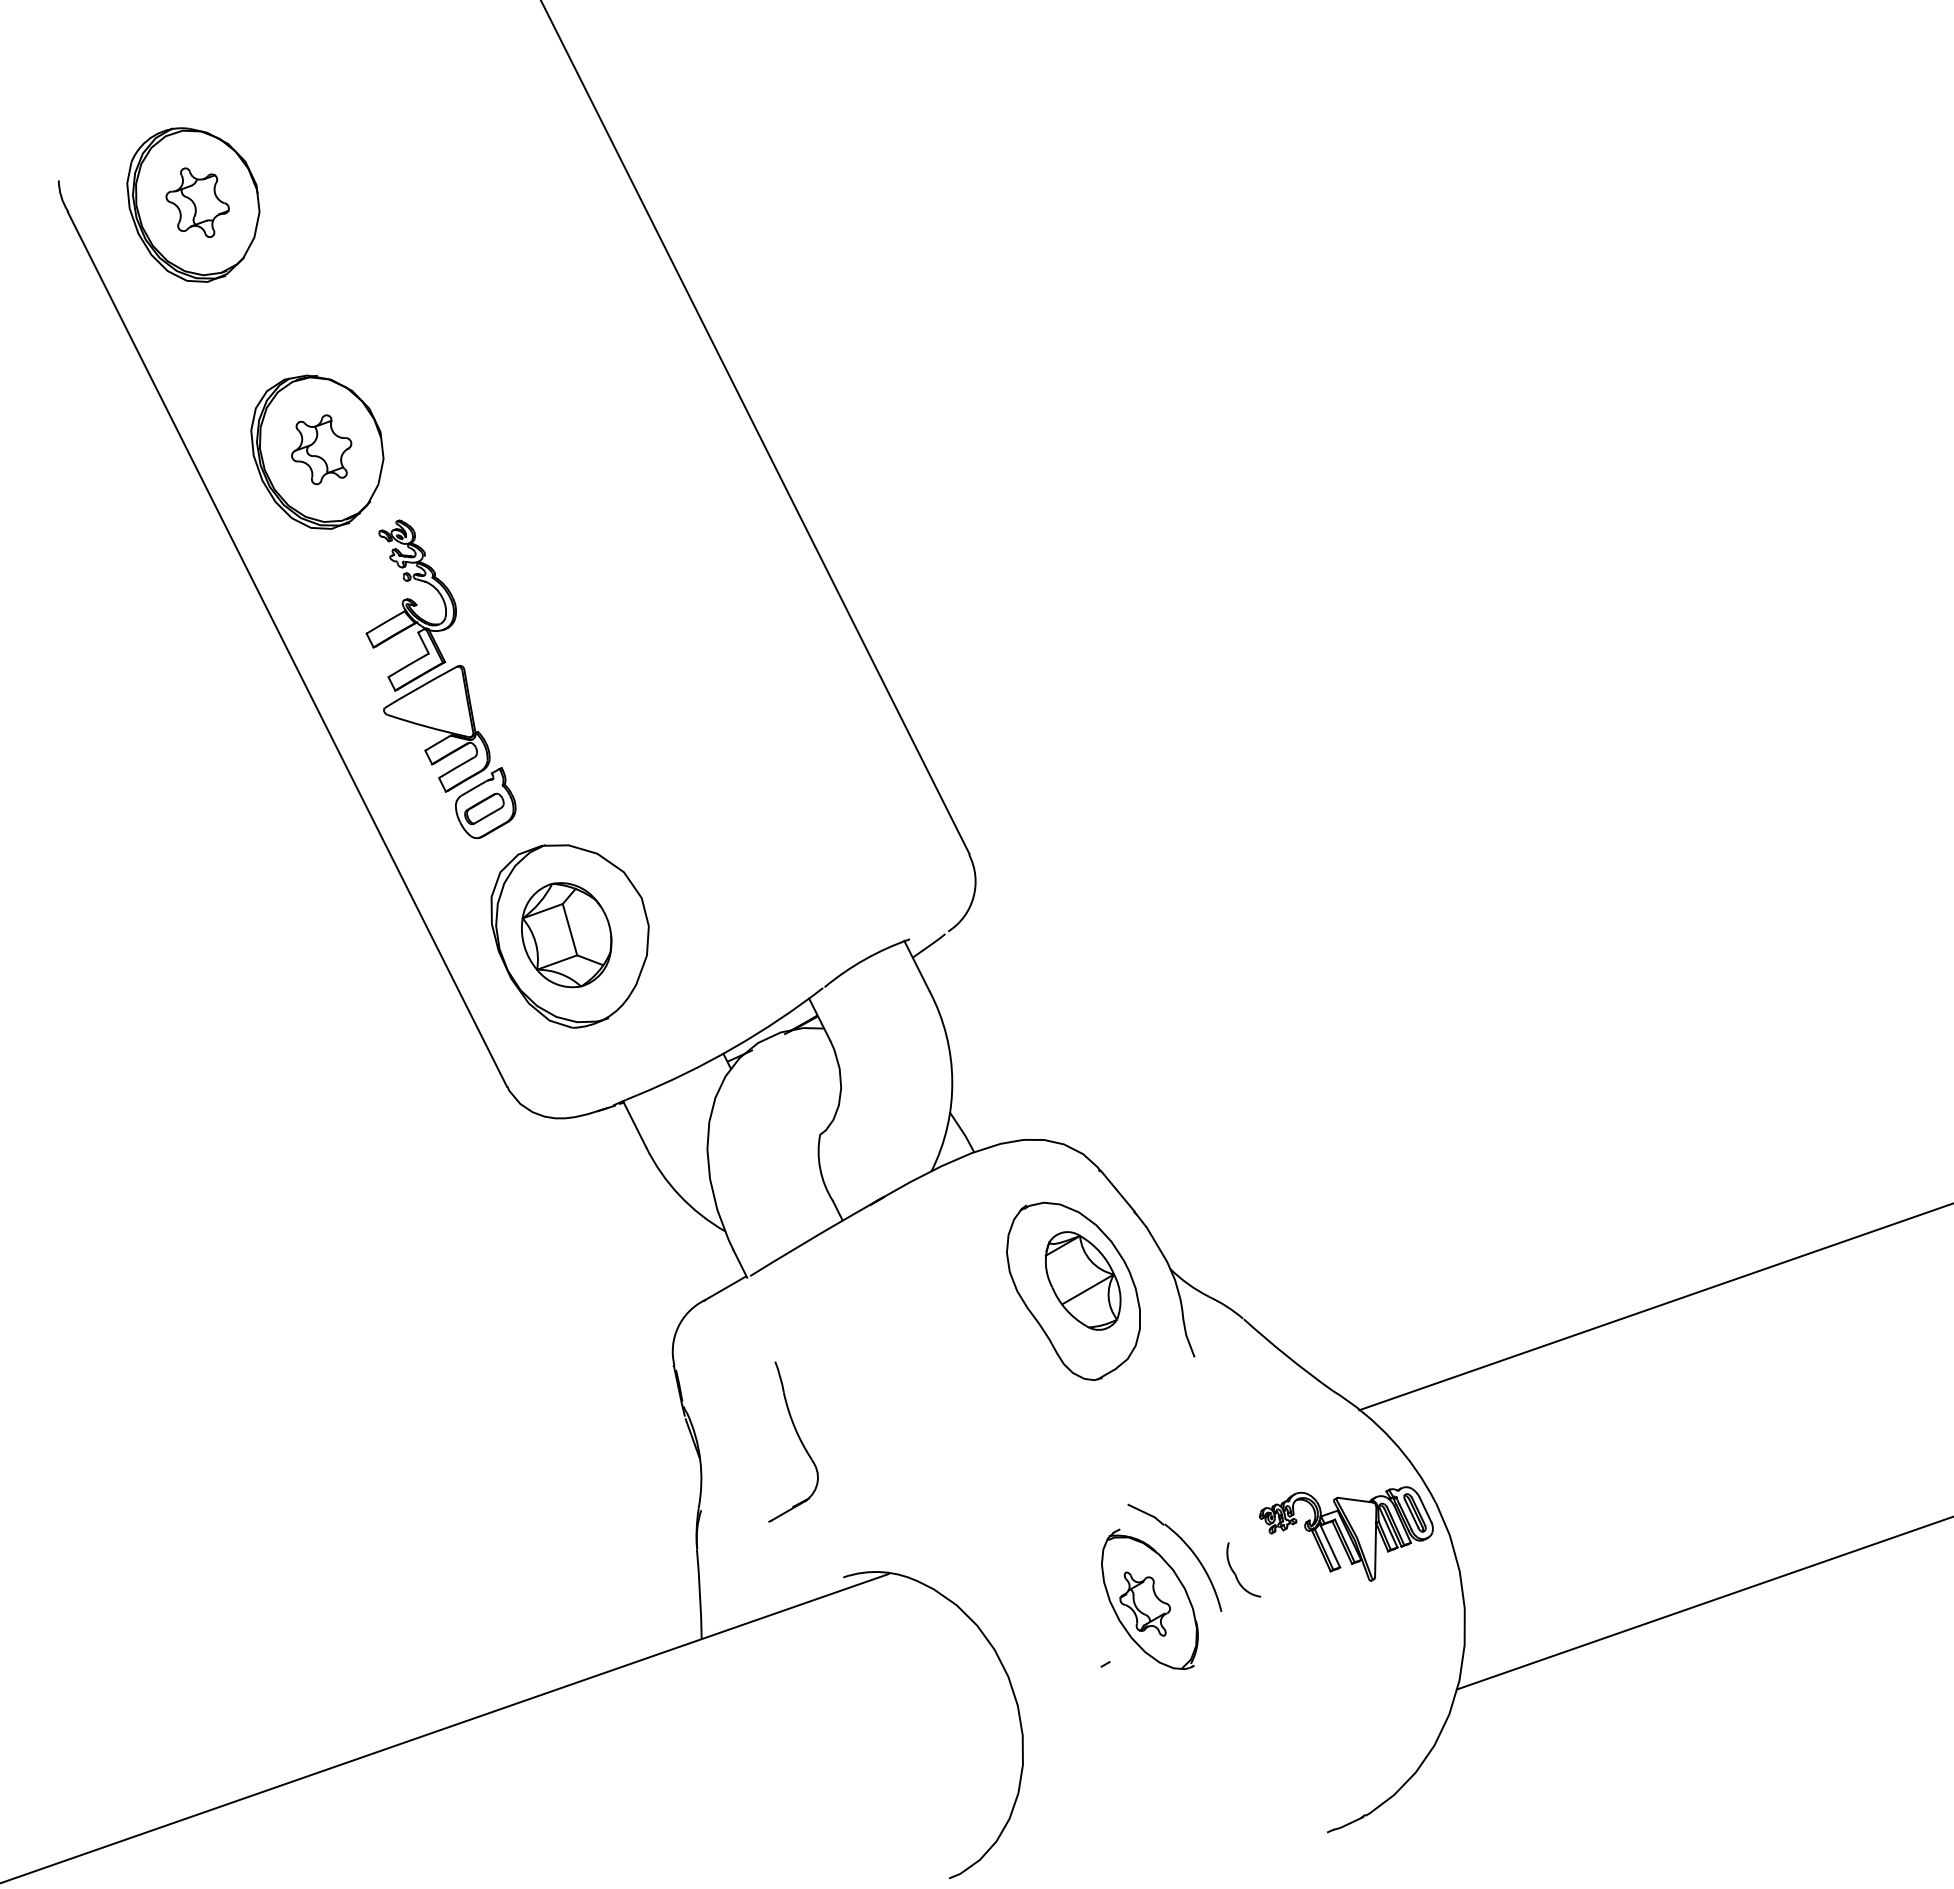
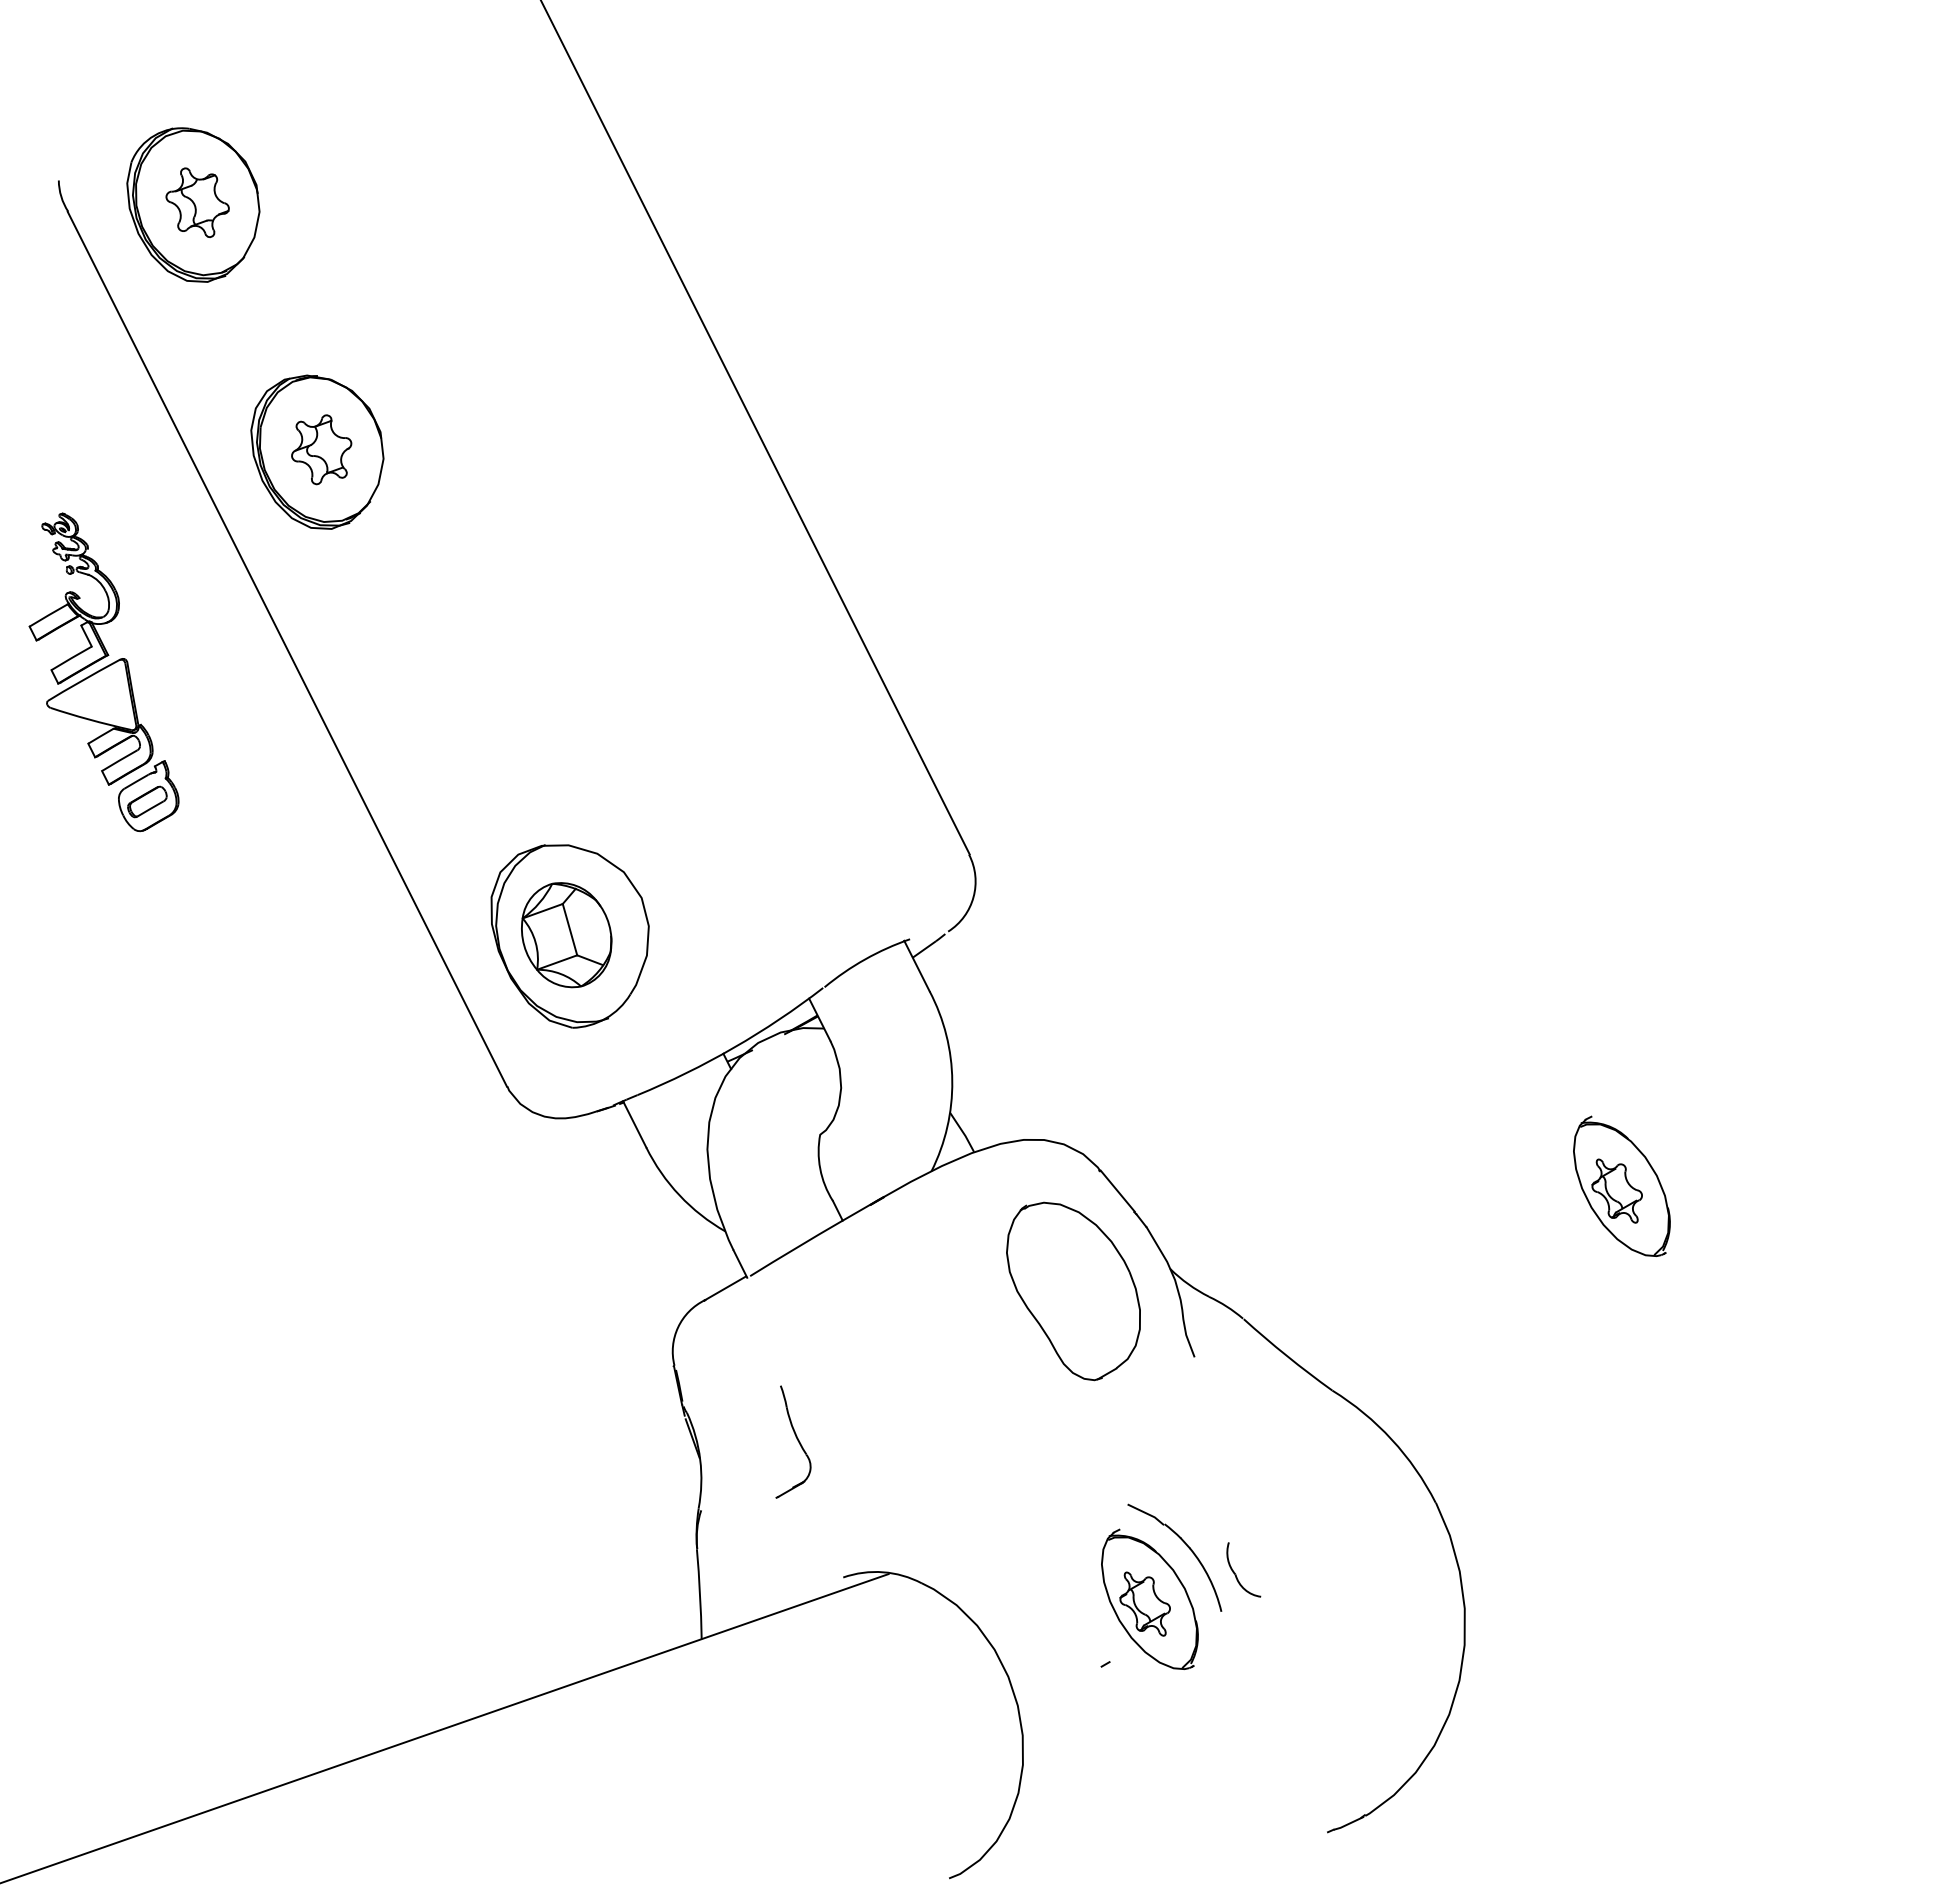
part at (440, 679) position: (440, 679) -> (103, 672)
part at (1621, 1185): none -> present
part at (1082, 1280): present -> none
line at (1654, 1307): present -> none
part at (793, 1441) size: 51x162 px -> 37x114 px
part at (1346, 1533): present -> none
line at (1703, 1603): present -> none
